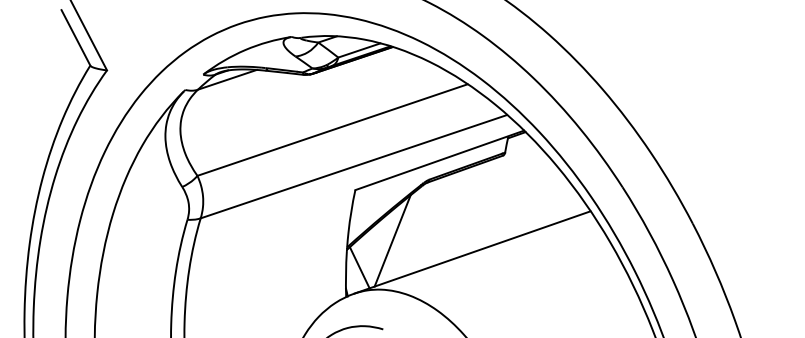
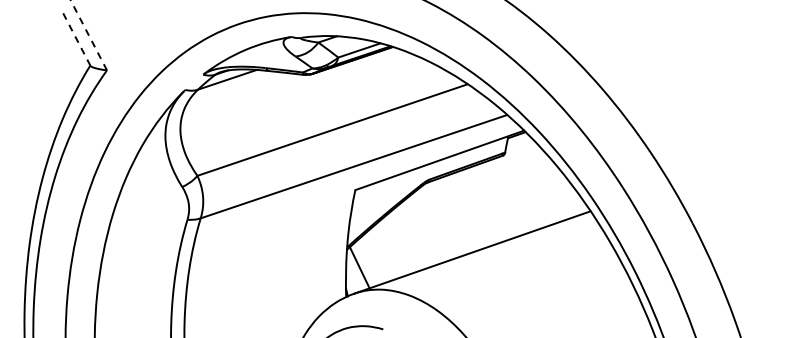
line at (88, 34): solid -> dashed
line at (75, 37): solid -> dashed
line at (392, 240): present -> none
